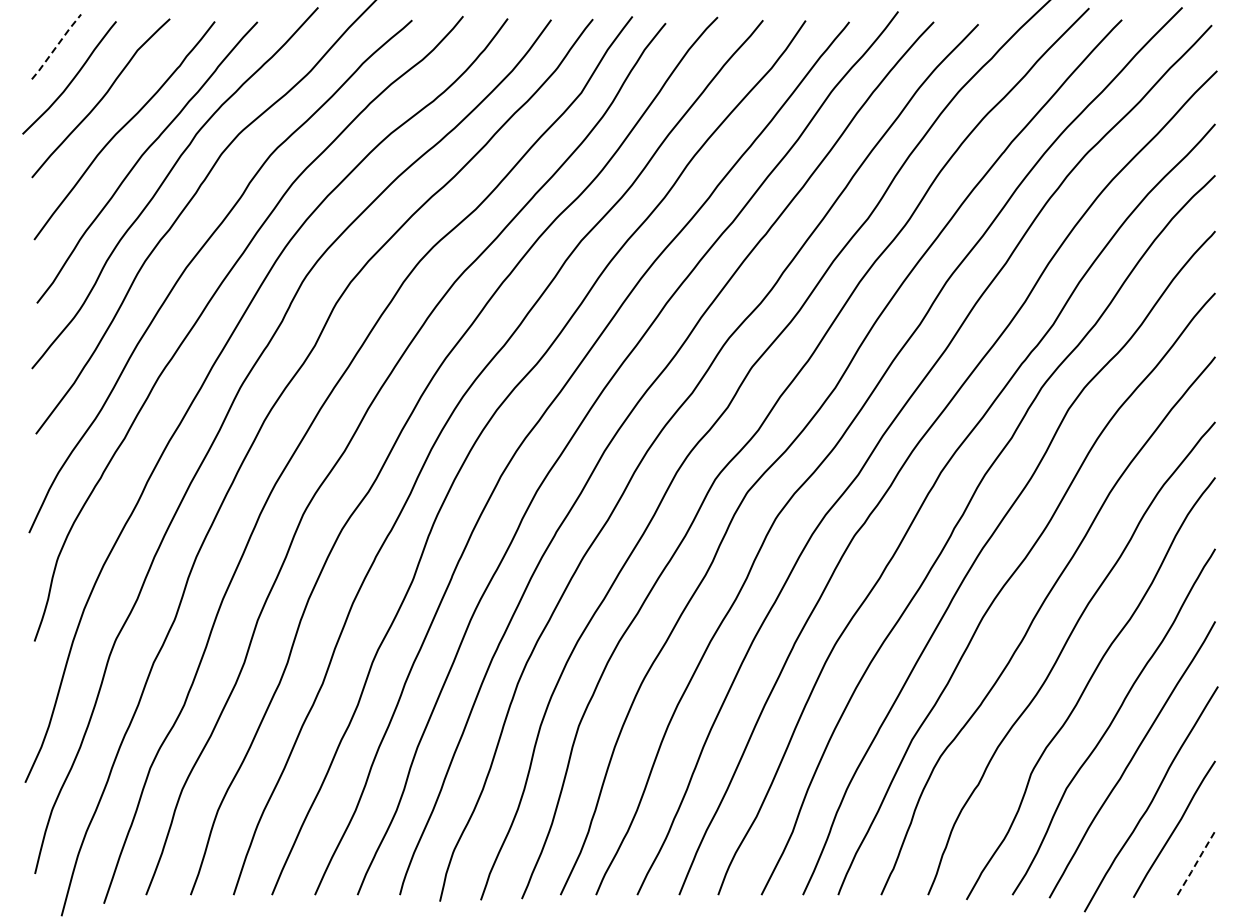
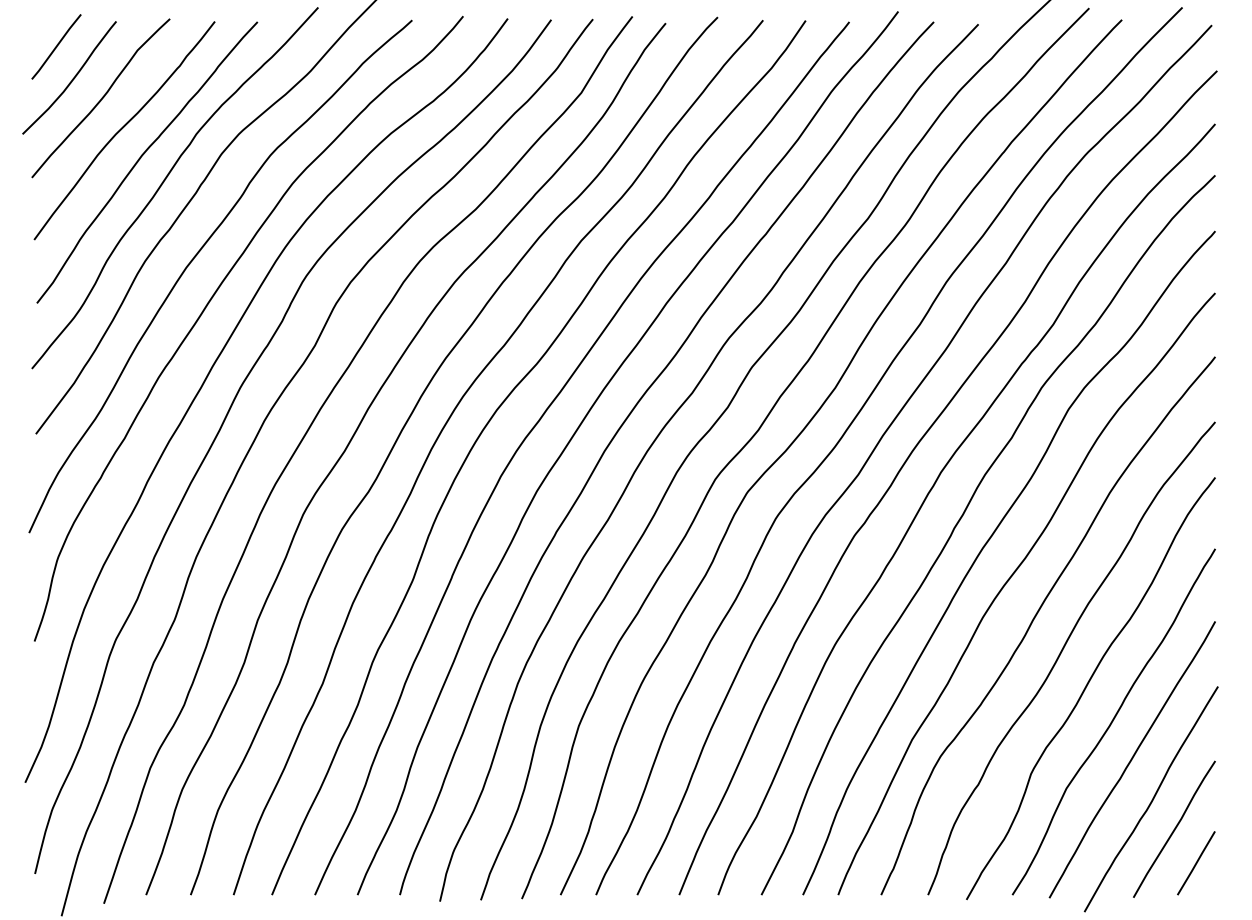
line at (56, 46): dashed -> solid
line at (1196, 863): dashed -> solid
